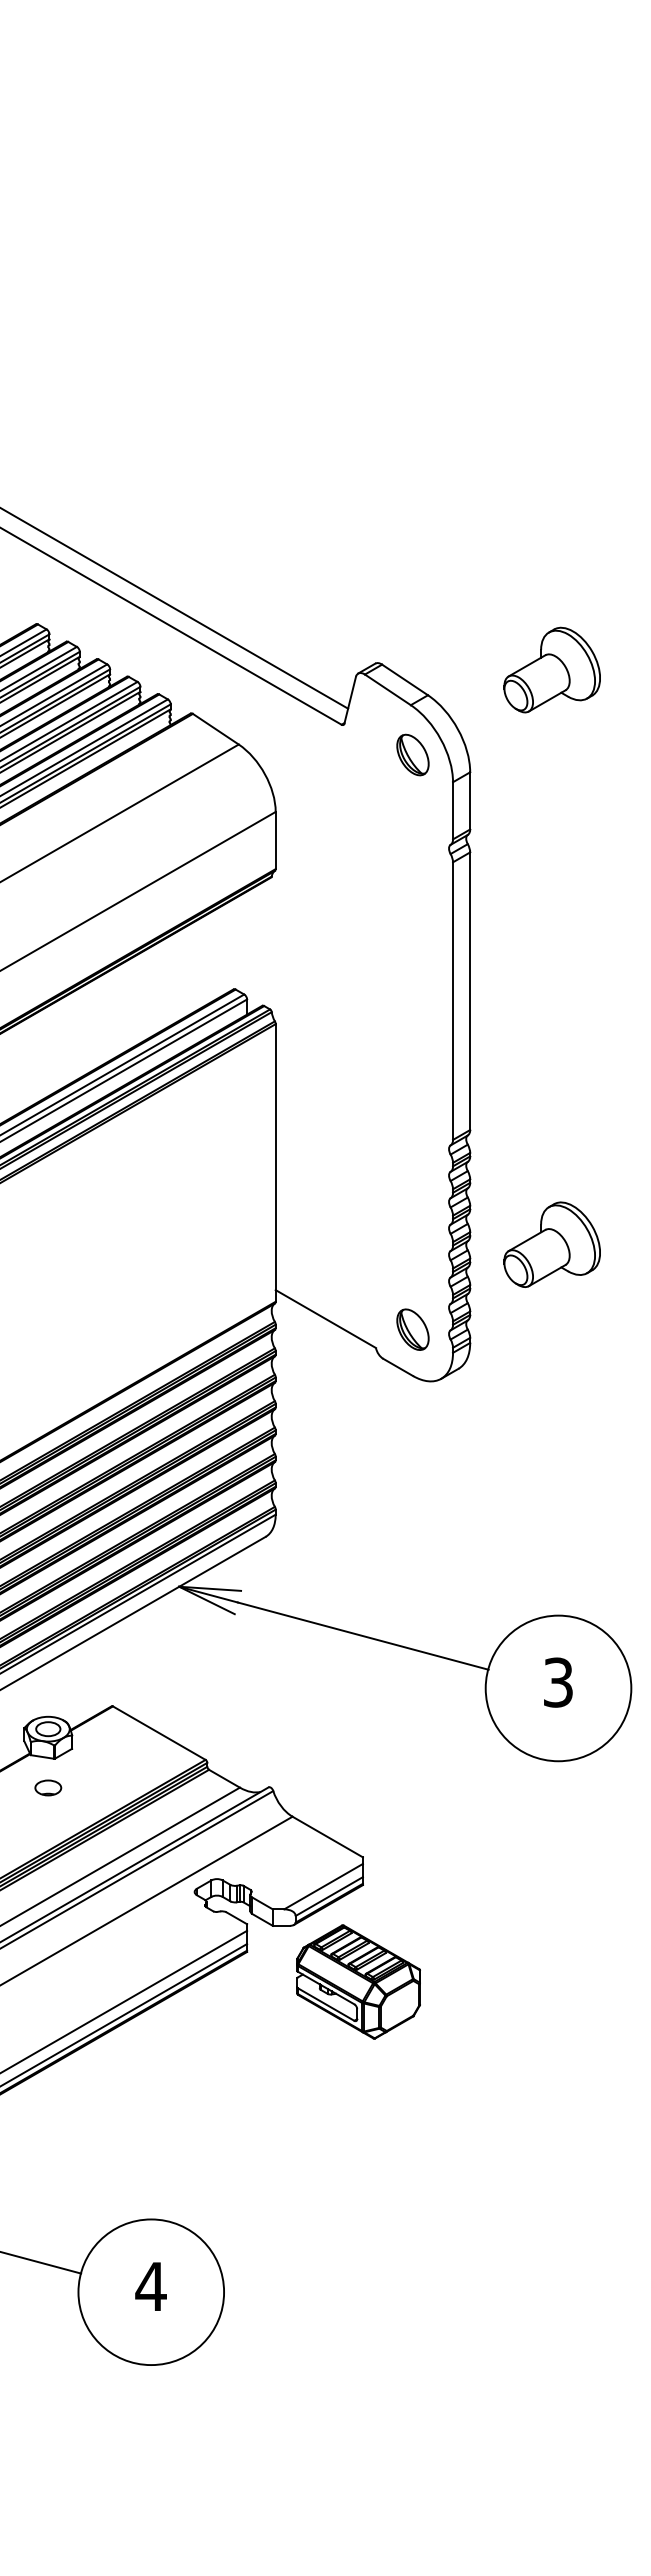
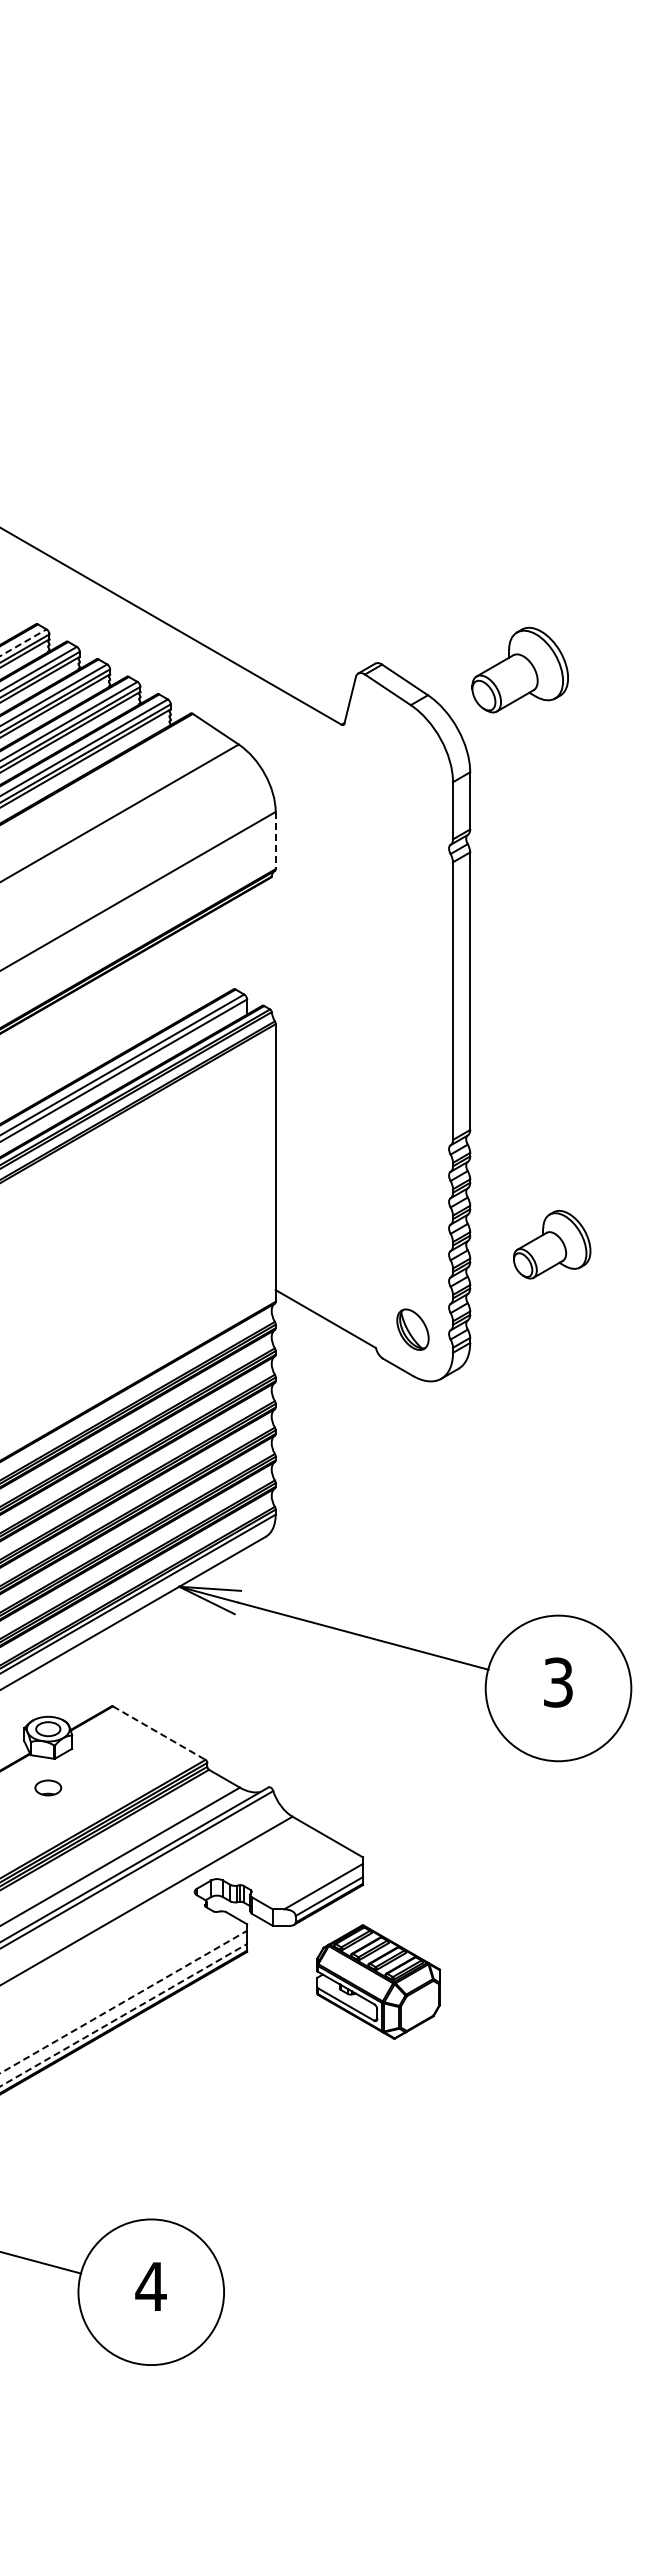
line at (175, 608): present -> none
line at (24, 642): solid -> dashed
part at (551, 669) position: (551, 669) -> (519, 669)
part at (412, 754): present -> none
line at (275, 840): solid -> dashed
part at (551, 1244) size: 98x87 px -> 79x70 px
line at (159, 1733): solid -> dashed
part at (358, 1981) position: (358, 1981) -> (378, 1981)
line at (124, 2001): solid -> dashed
line at (124, 2014): solid -> dashed
